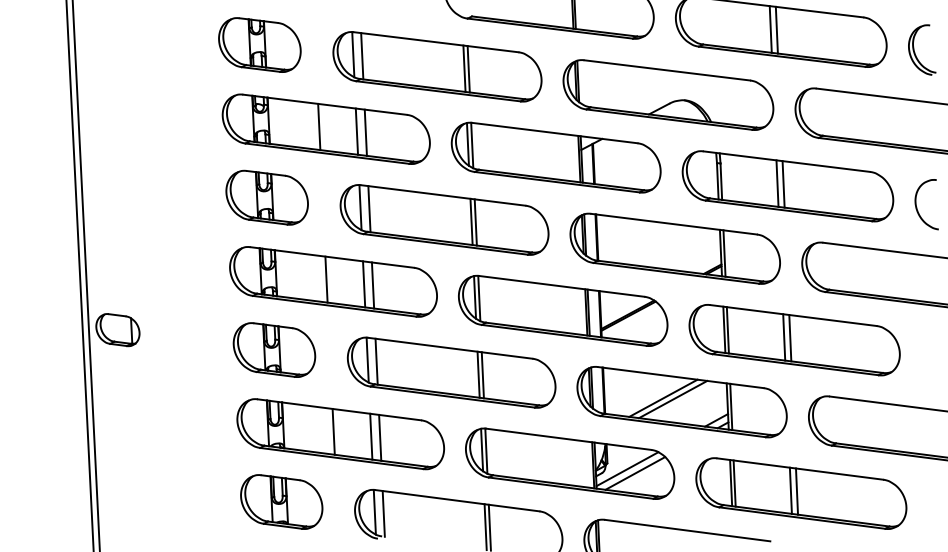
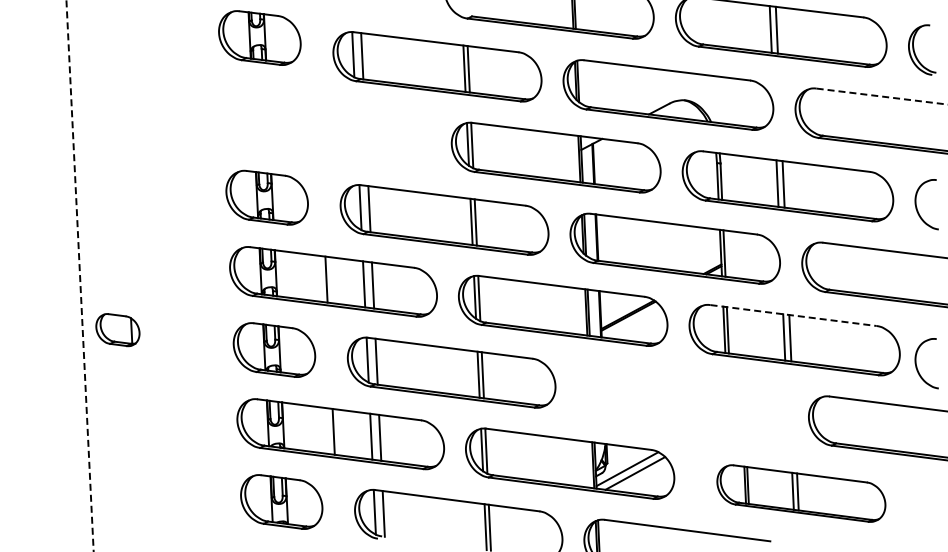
part at (259, 44) position: (259, 44) -> (259, 37)
line at (881, 96): solid -> dashed
part at (325, 128): present -> none
line at (80, 275): solid -> dashed
line at (85, 275): present -> none
line at (793, 315): solid -> dashed
curve at (917, 366): none -> present
part at (681, 402): present -> none
part at (801, 493) size: 213x73 px -> 171x59 px
